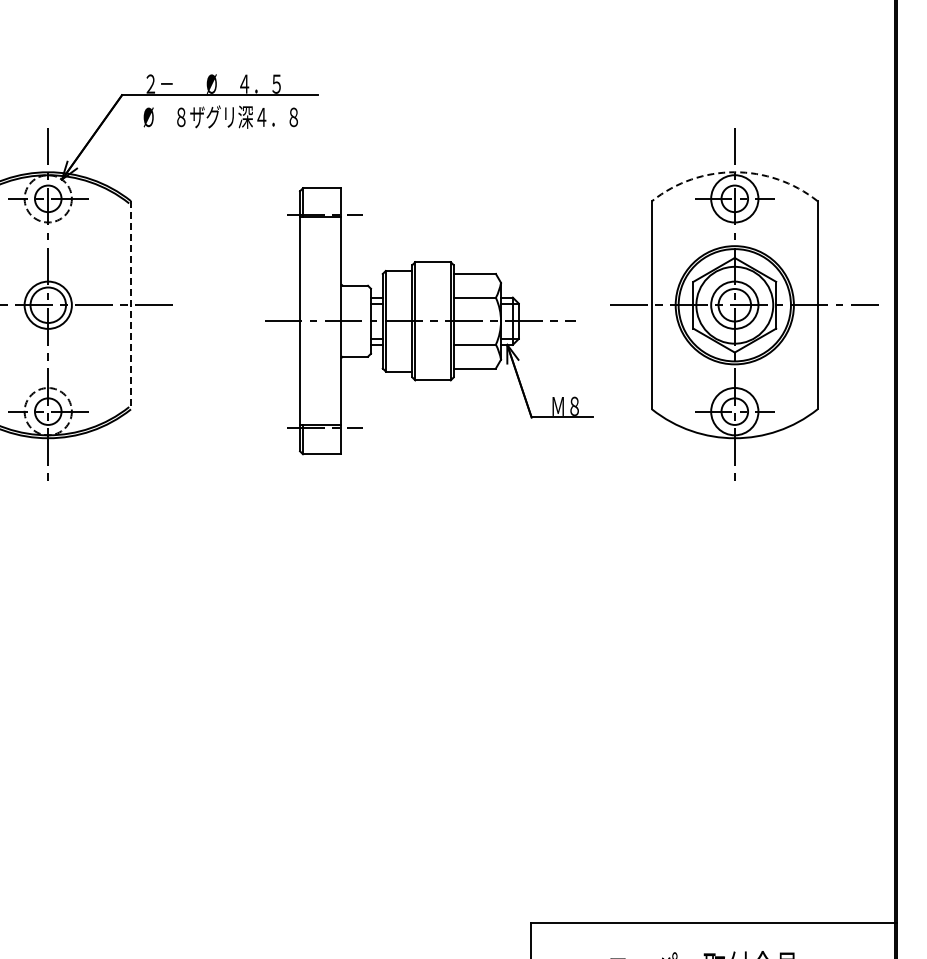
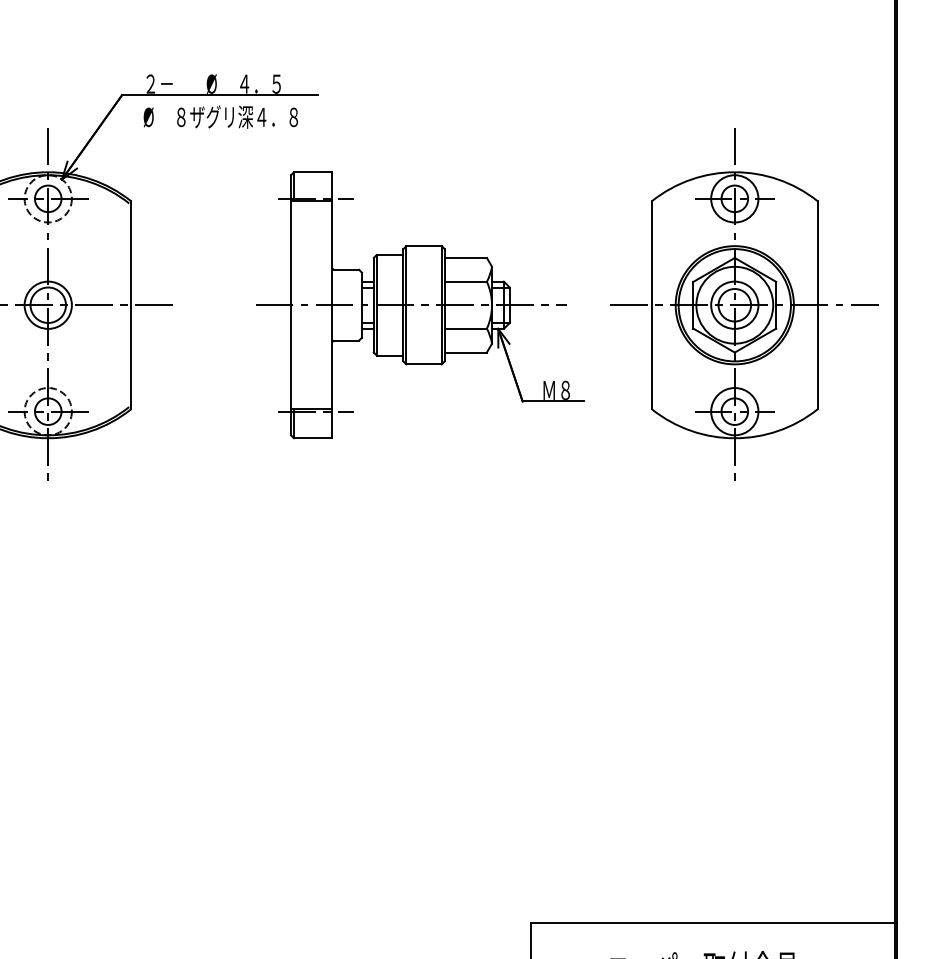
arc at (734, 172): dashed -> solid
line at (131, 305): dashed -> solid
part at (429, 321) position: (429, 321) -> (420, 305)
